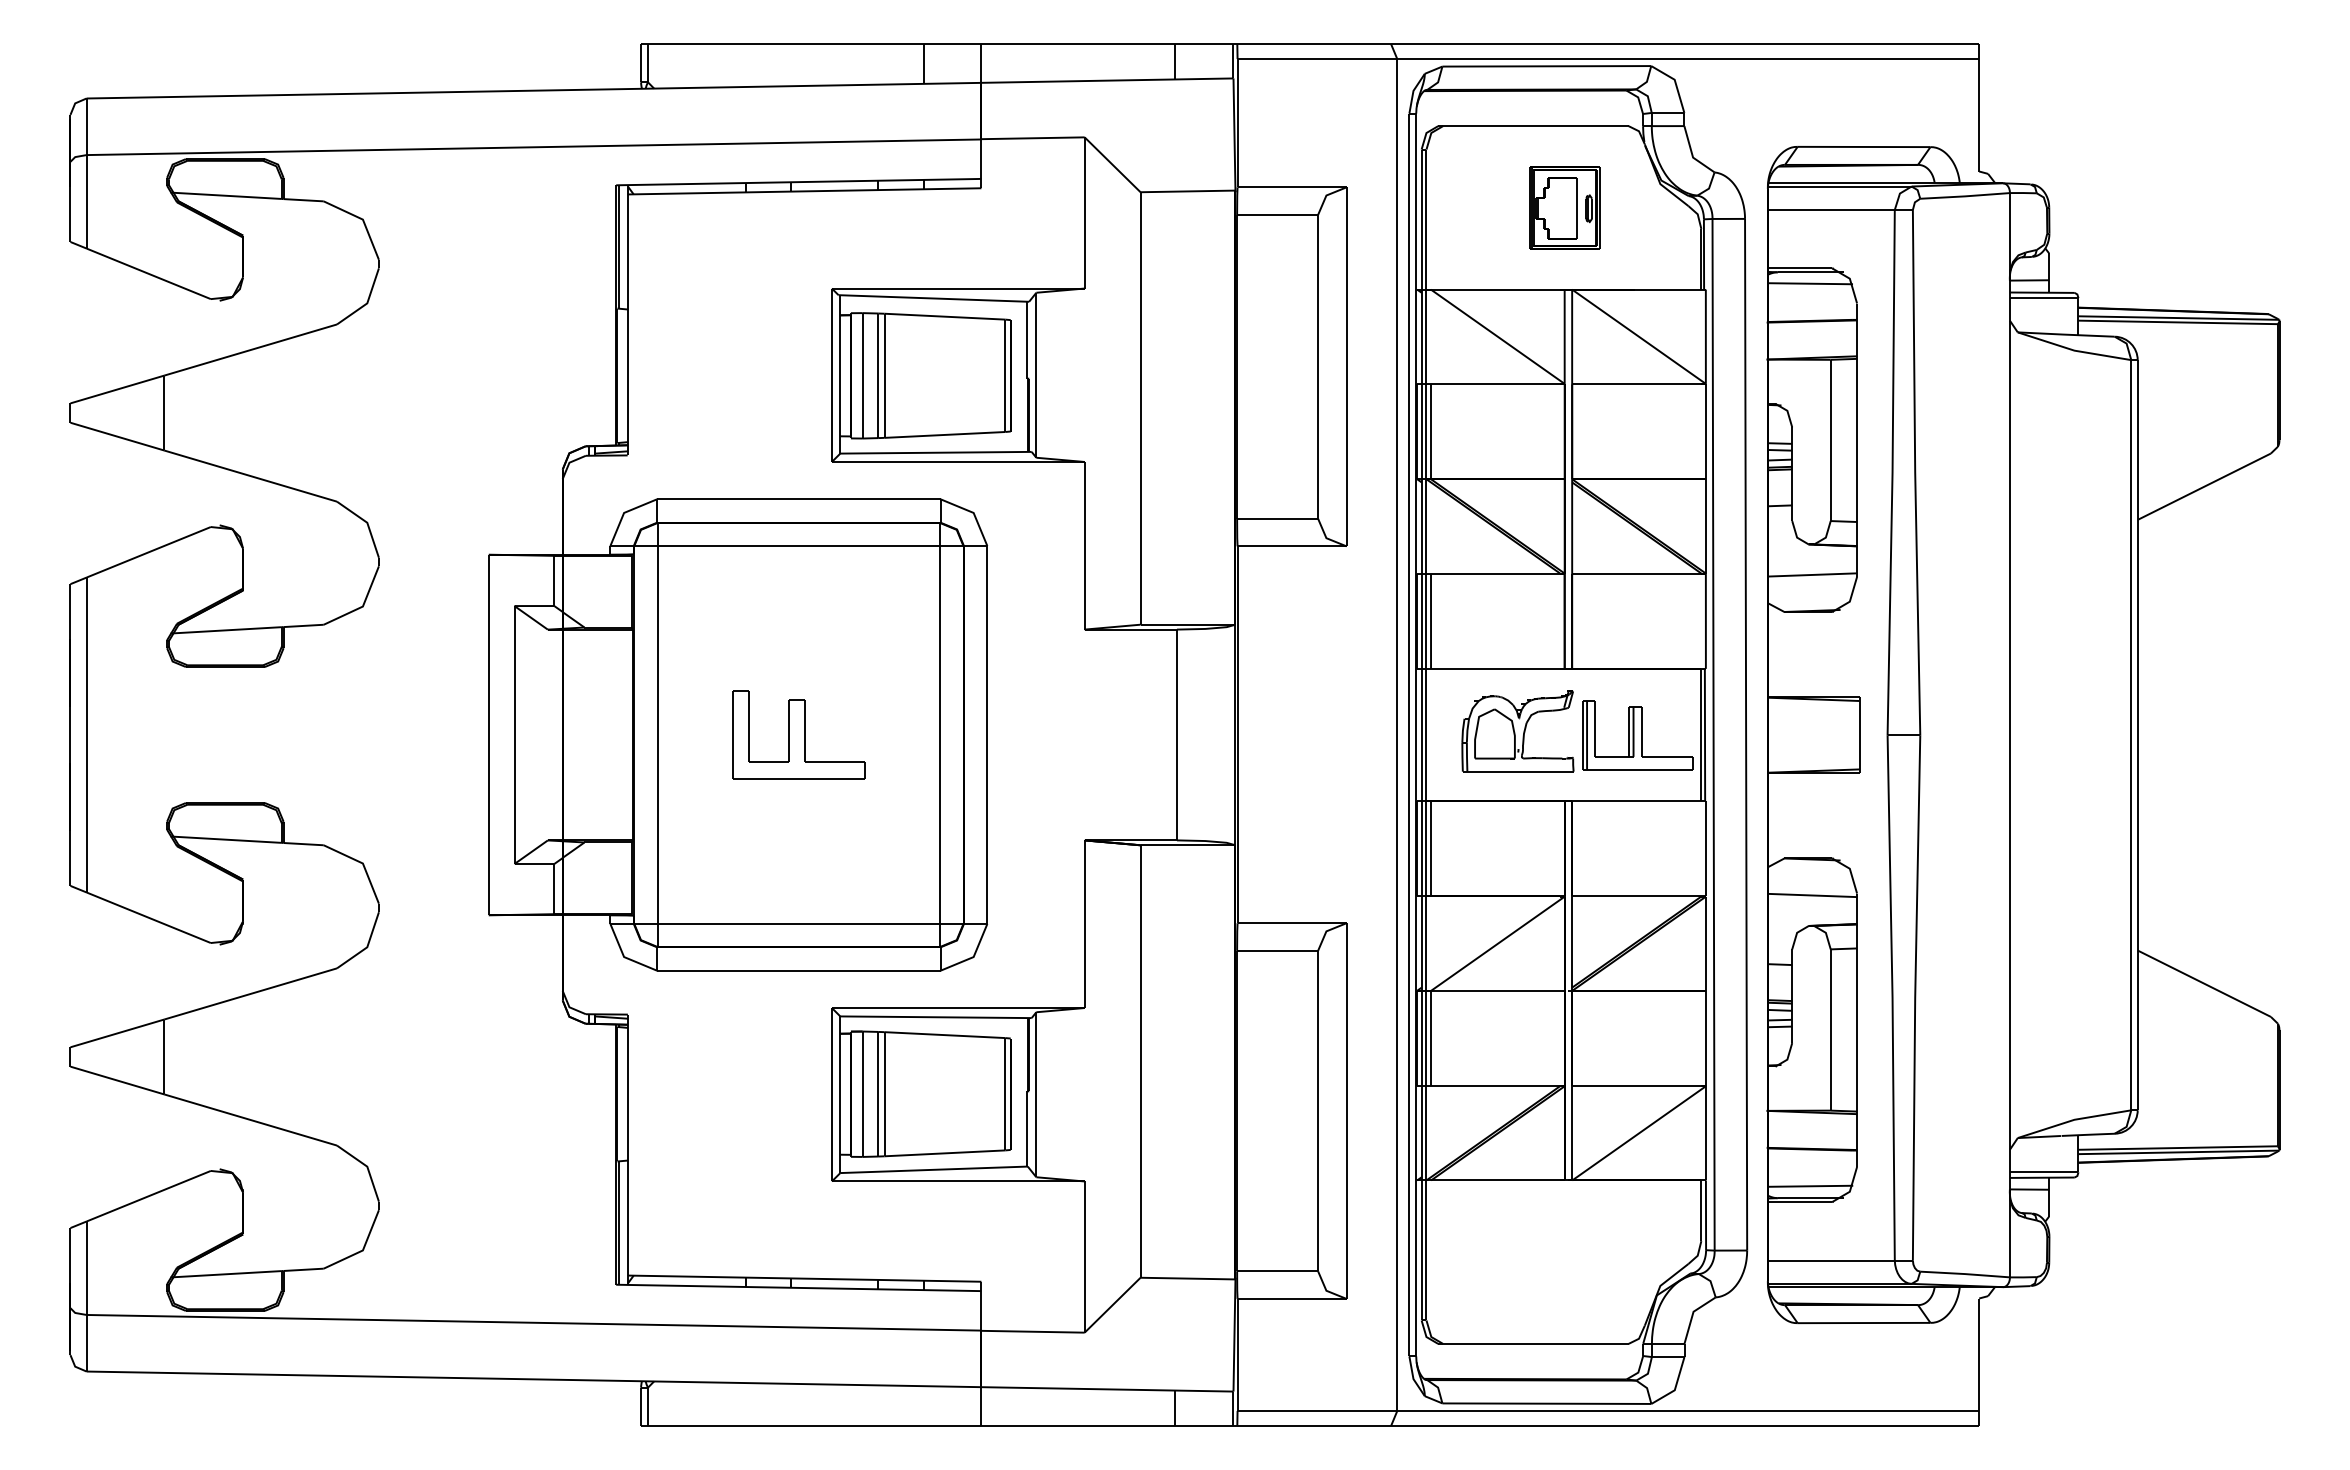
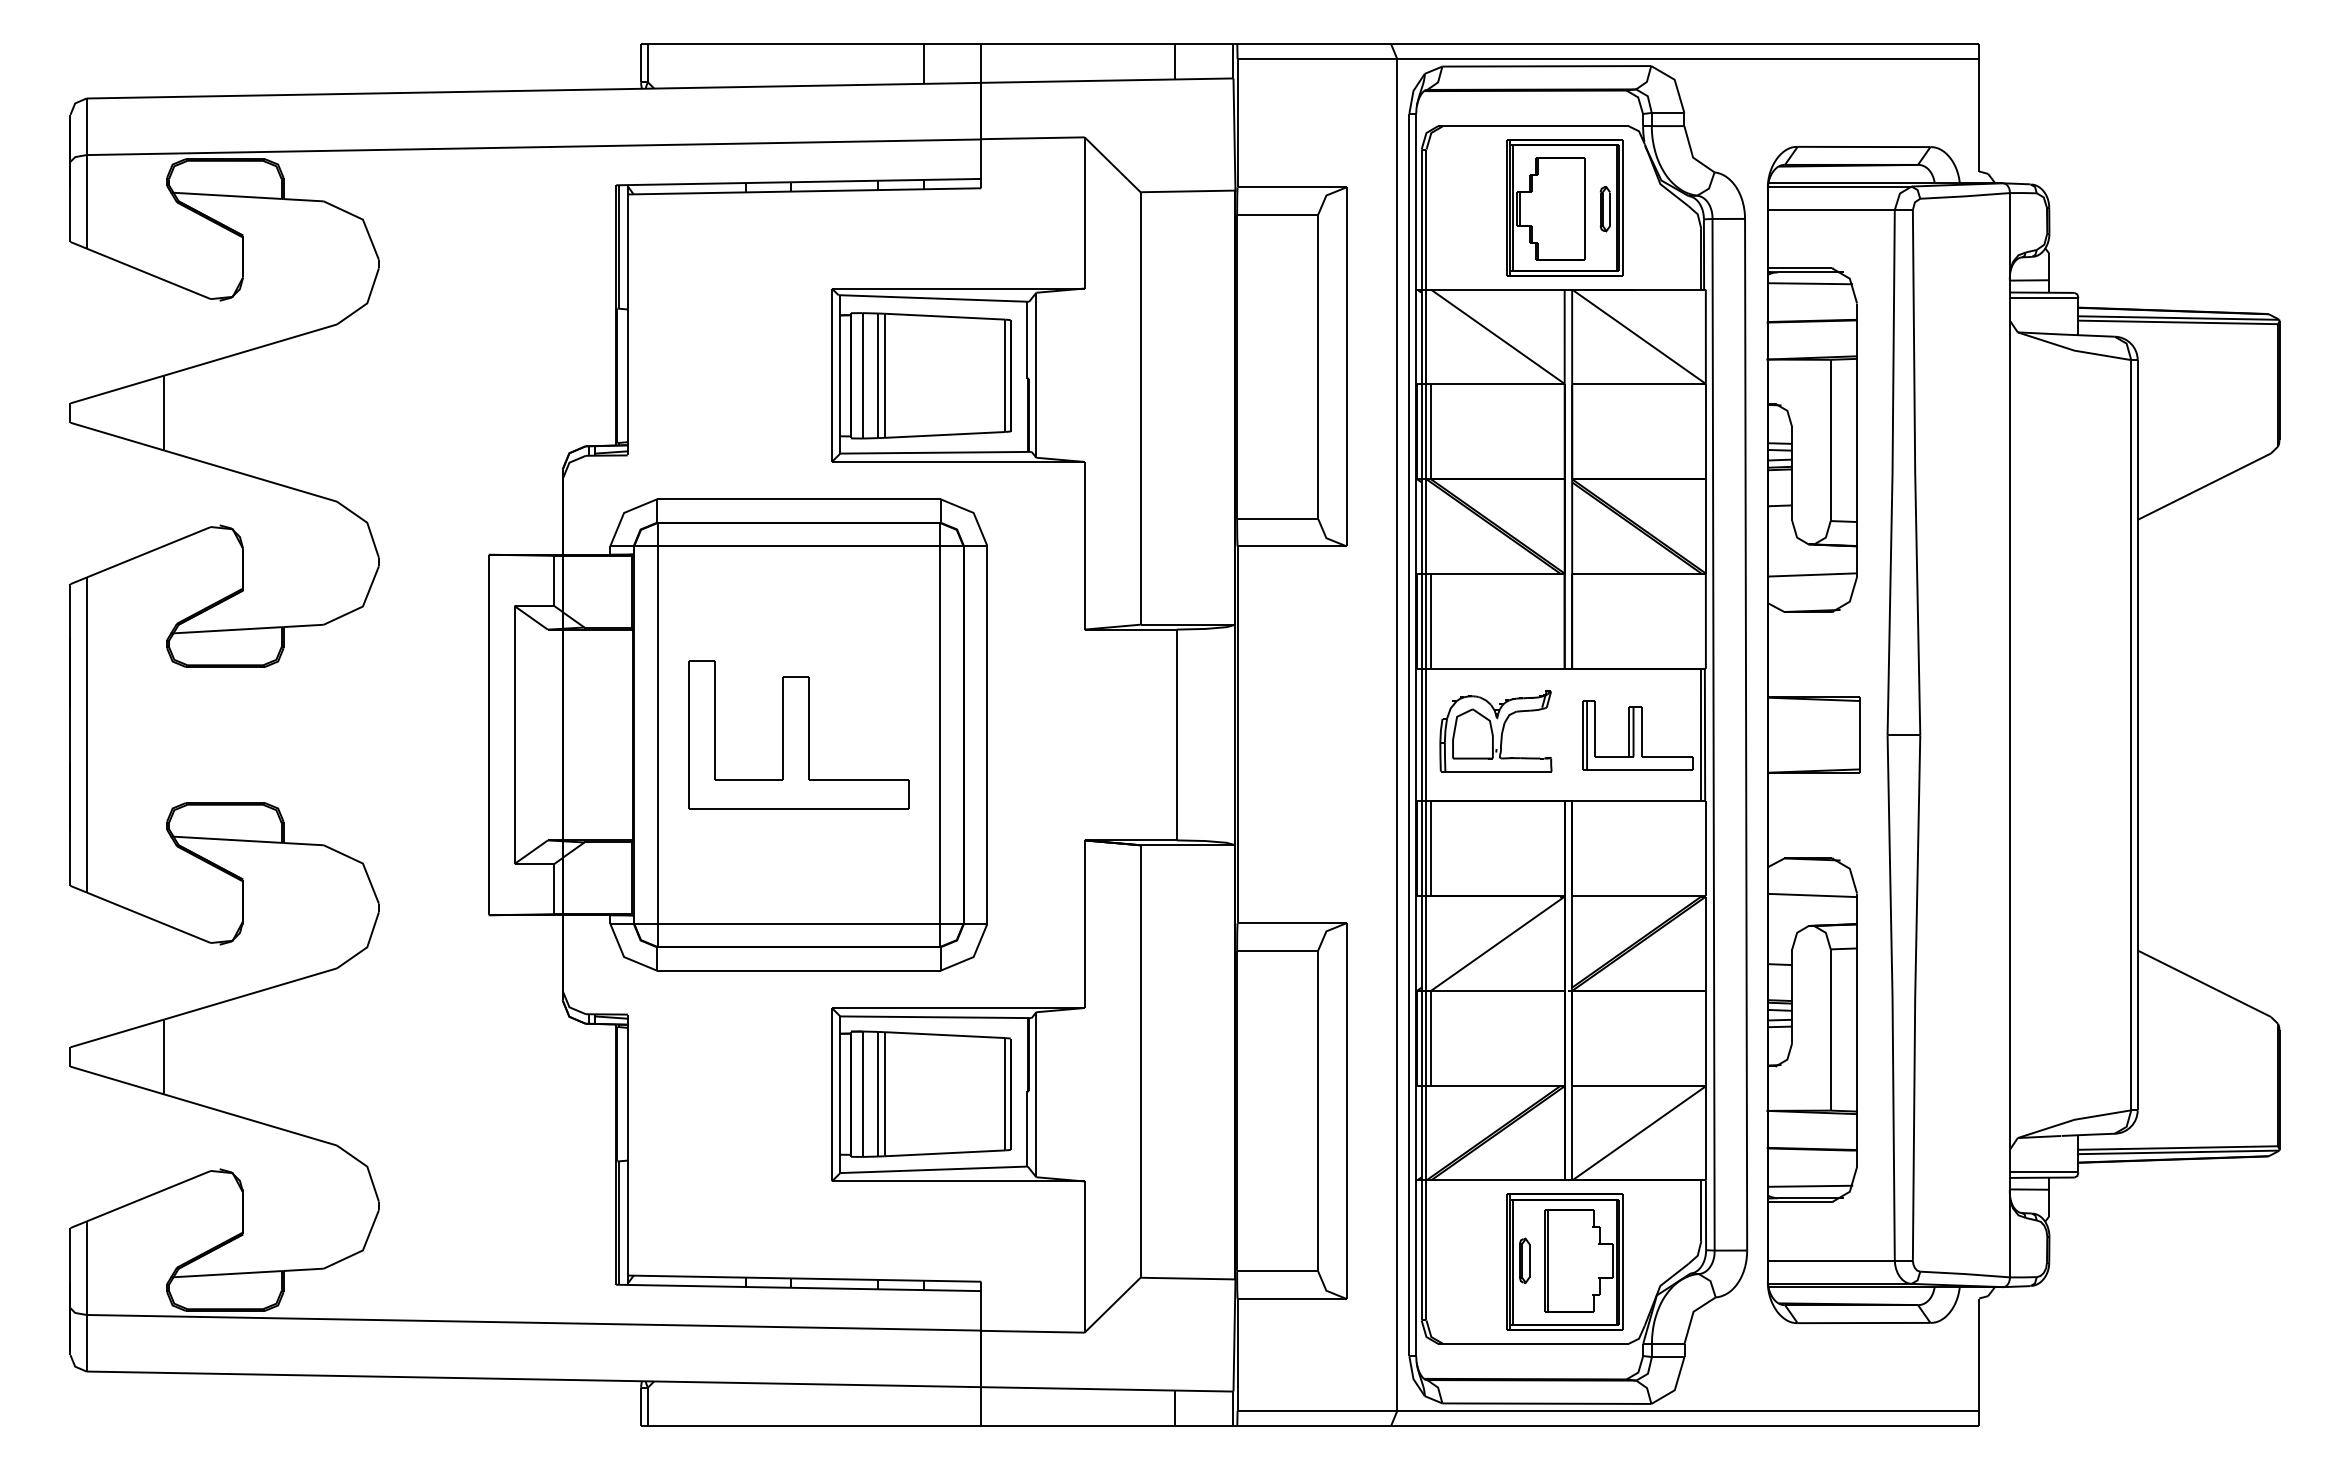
part at (1564, 207) size: 72x84 px -> 118x138 px
part at (1517, 731) position: (1517, 731) -> (1495, 731)
part at (798, 734) size: 134x90 px -> 222x150 px
part at (1564, 1261): none -> present
